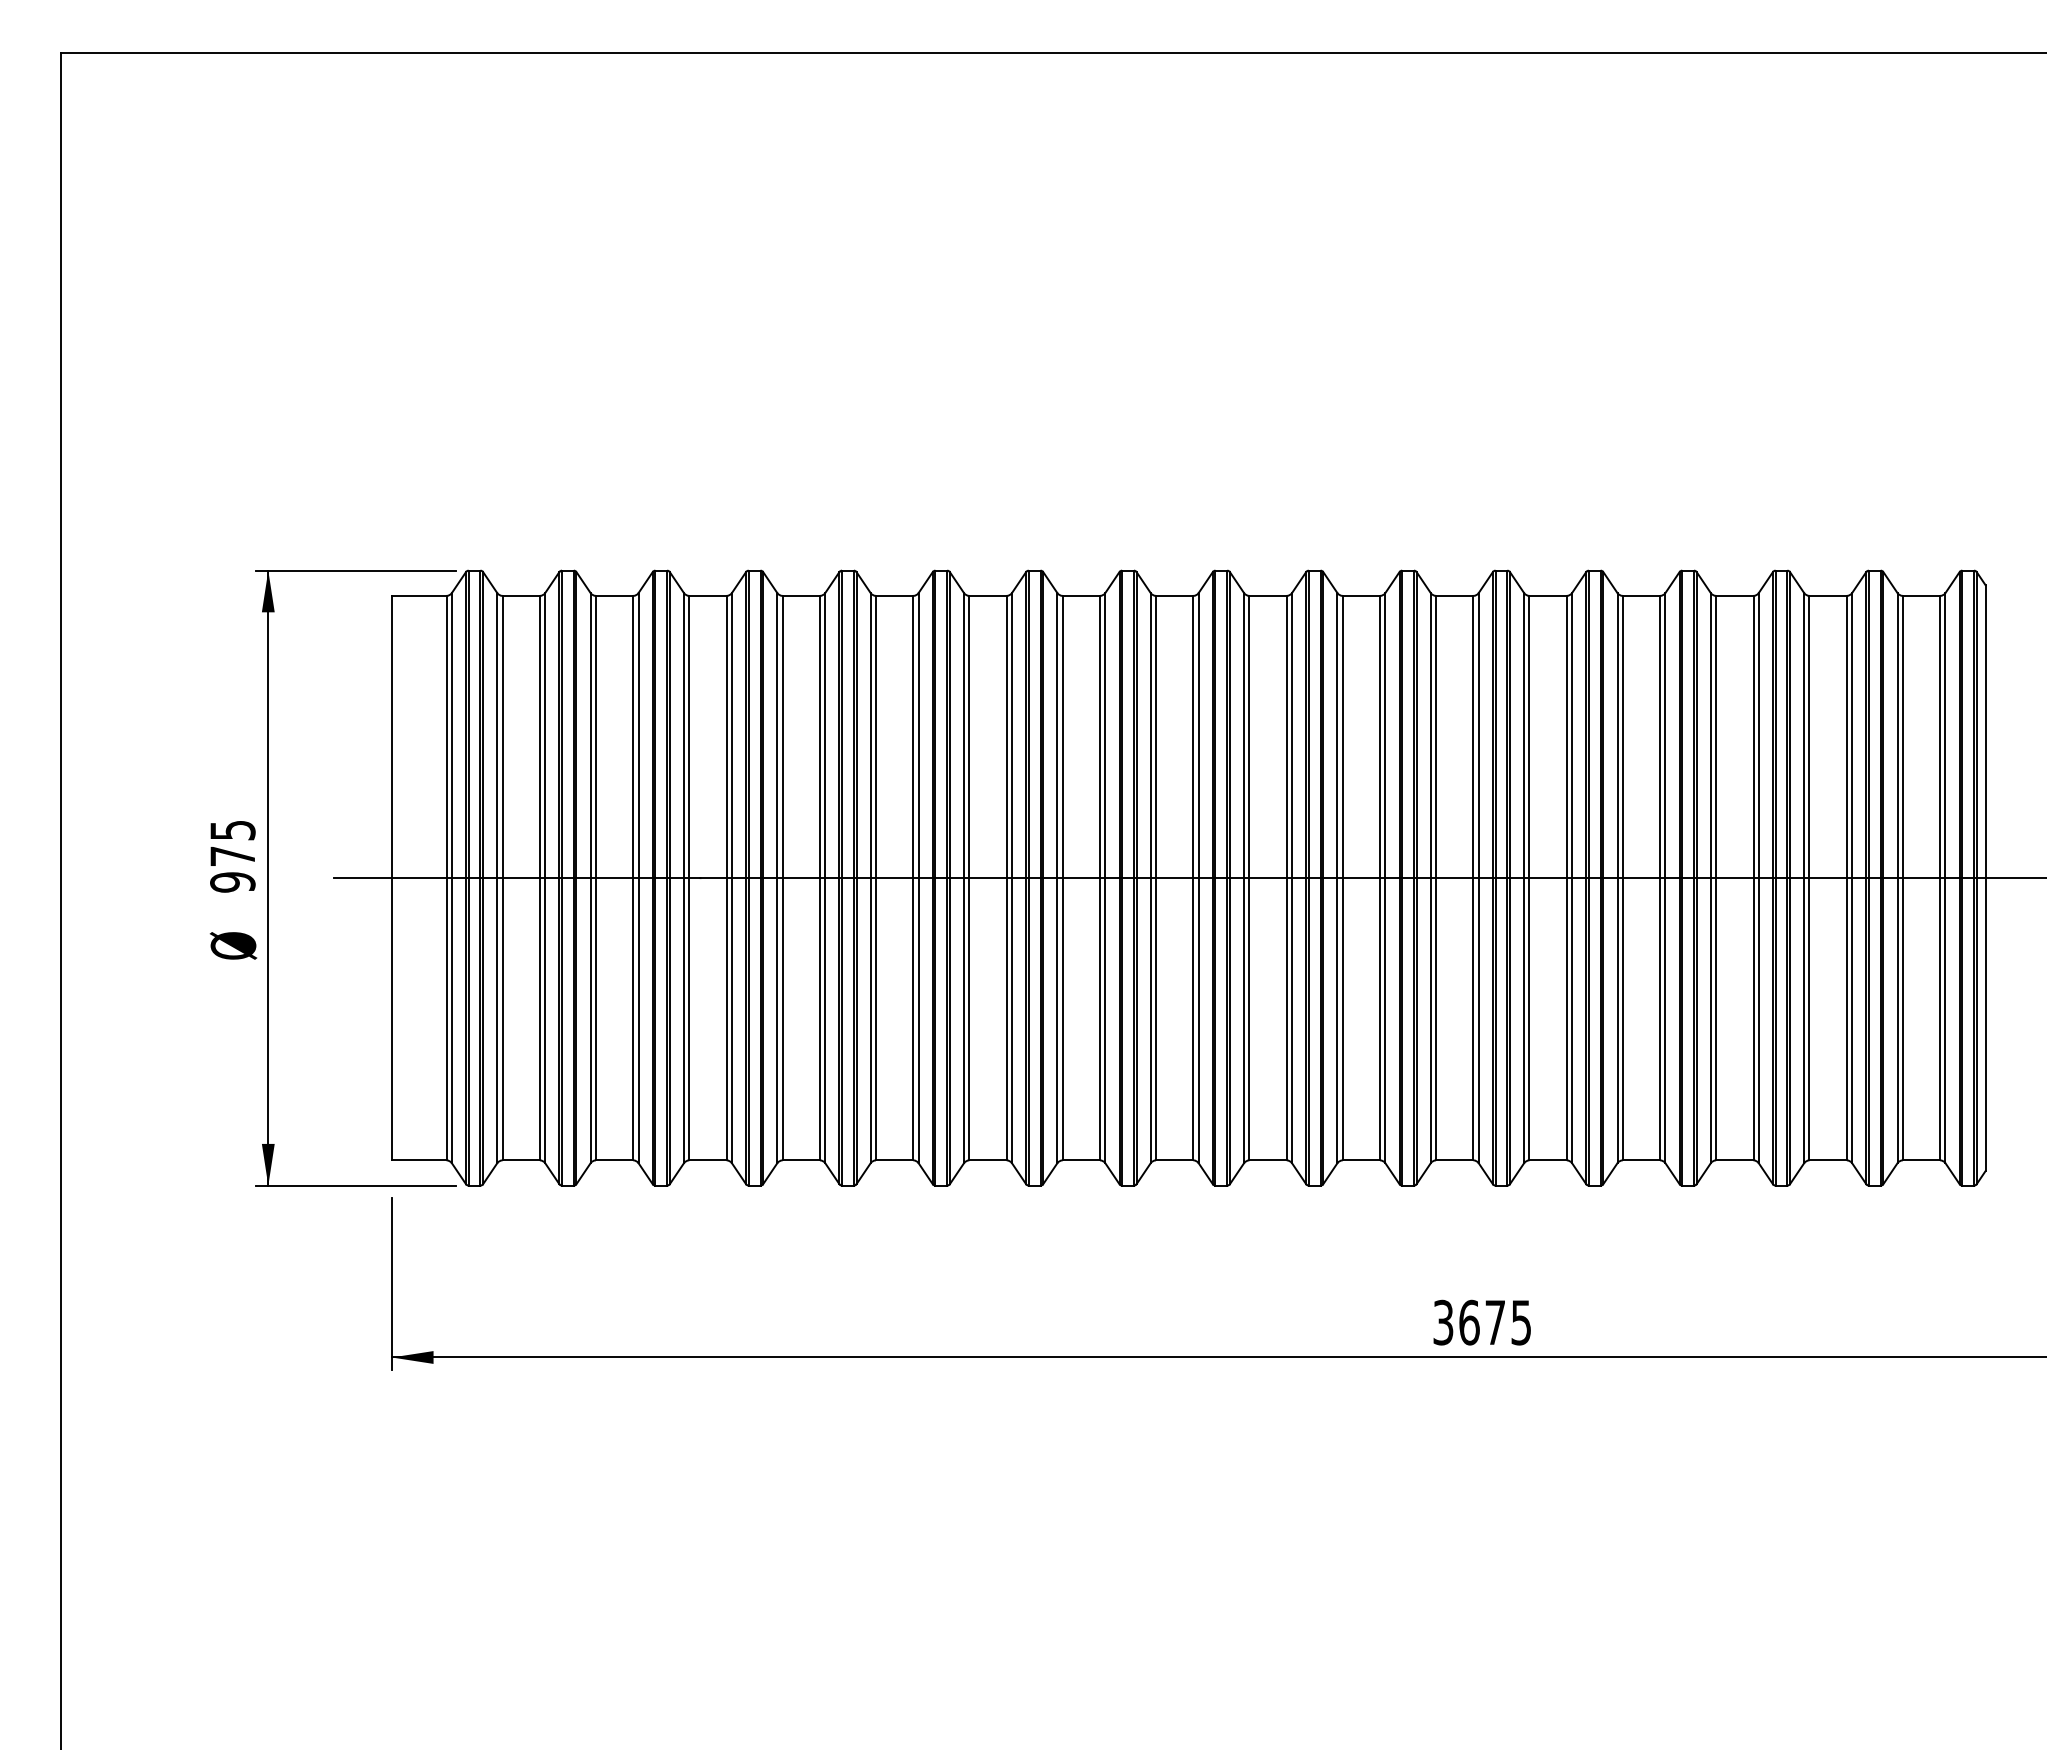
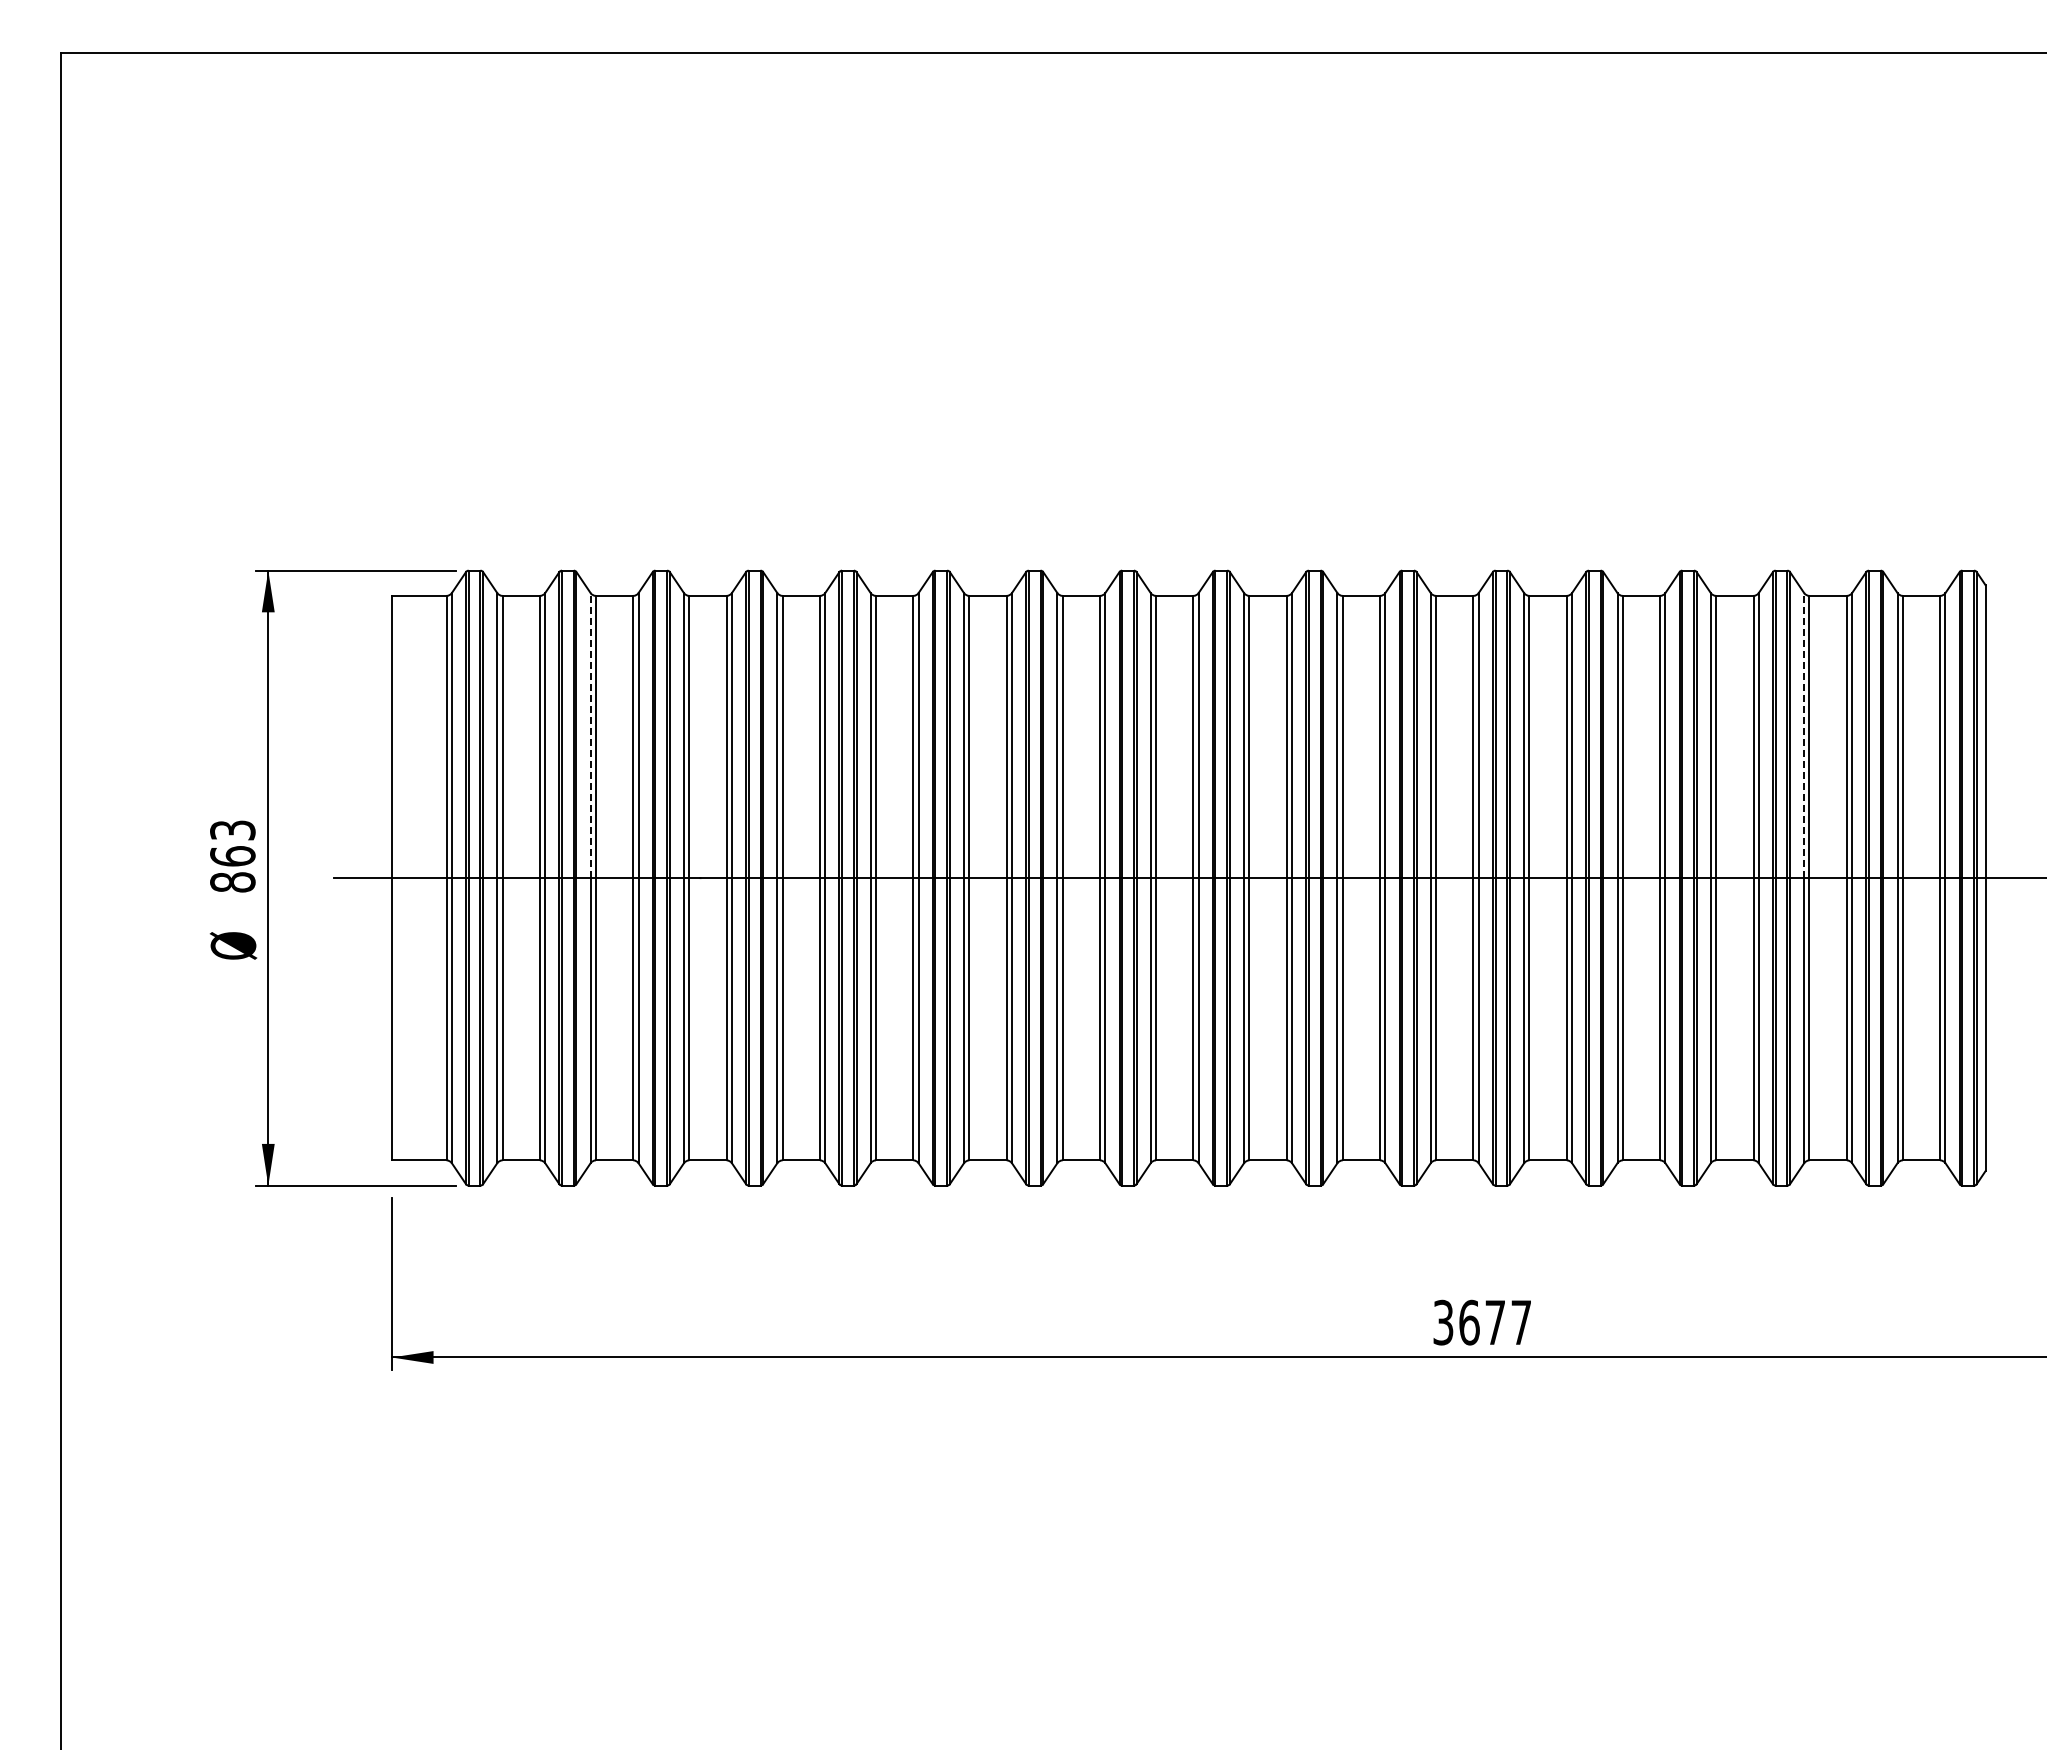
line at (590, 735): solid -> dashed
line at (1804, 735): solid -> dashed
text at (232, 856): 975 -> 863
text at (1520, 1322): 3675 -> 3677
